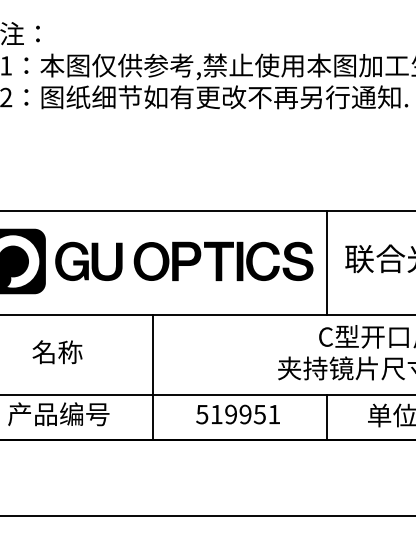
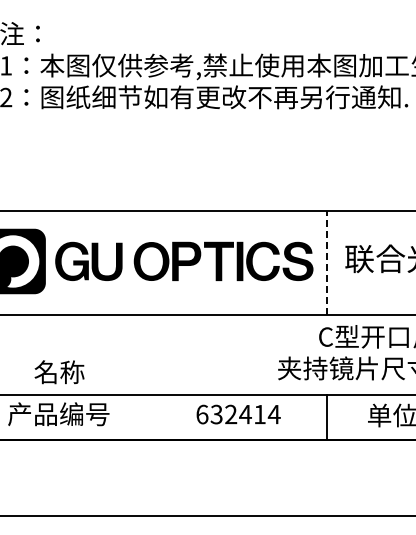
line at (327, 263): solid -> dashed
text at (57, 352) position: (57, 352) -> (59, 372)
line at (153, 377): present -> none
text at (238, 414): 519951 -> 632414
